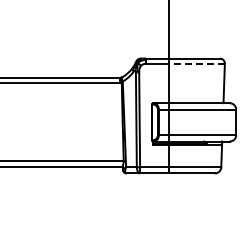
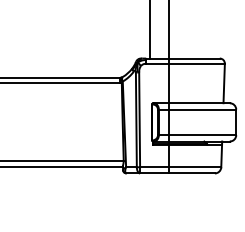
line at (150, 30): none -> present
line at (197, 63): dashed -> solid
